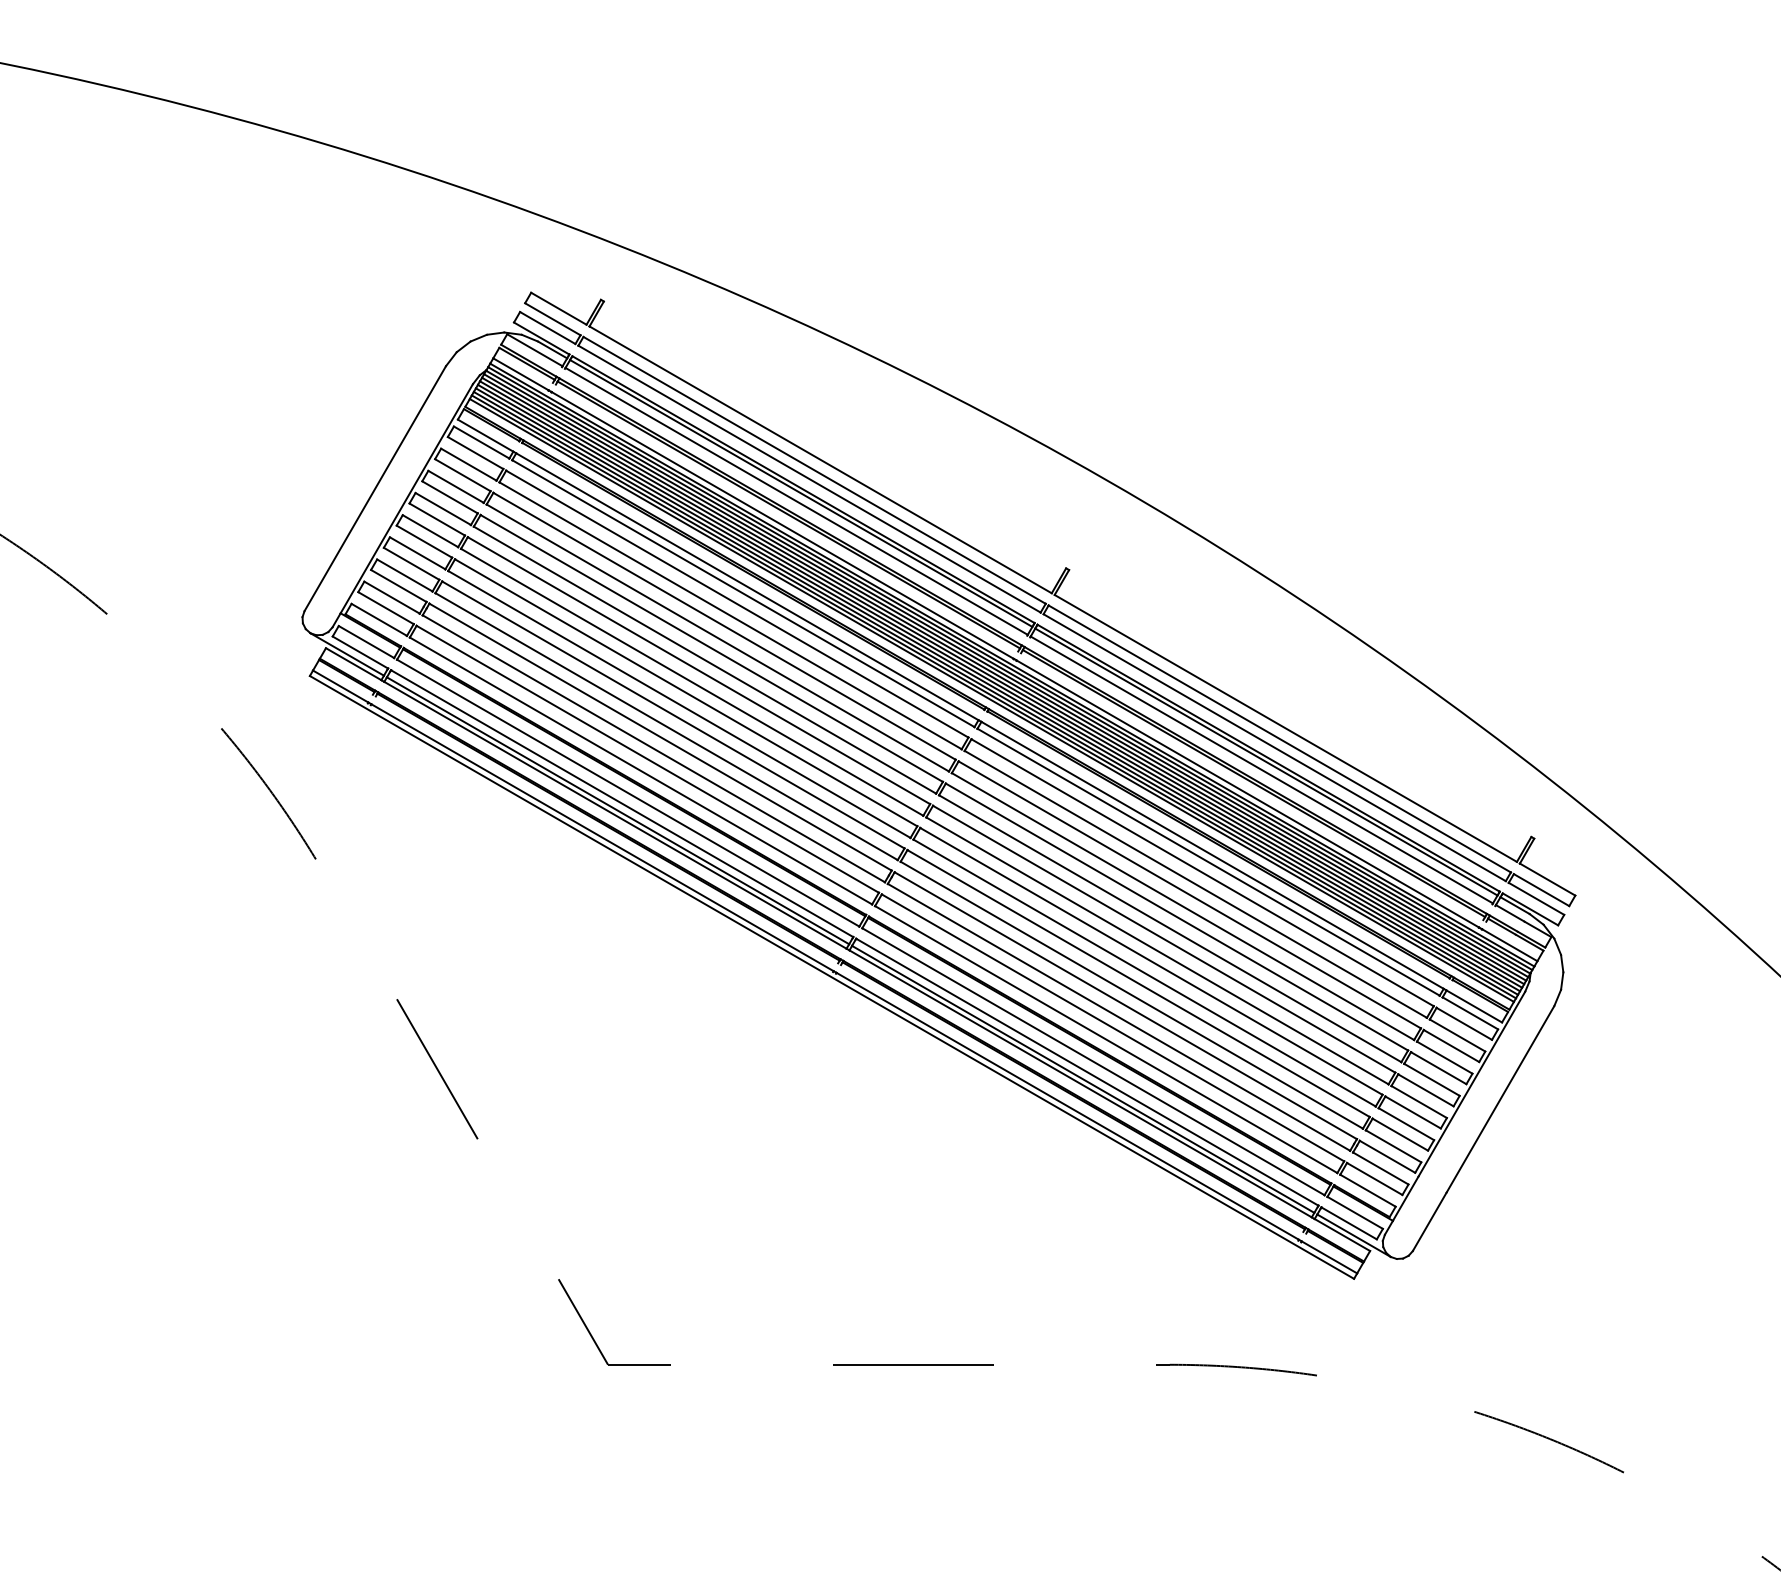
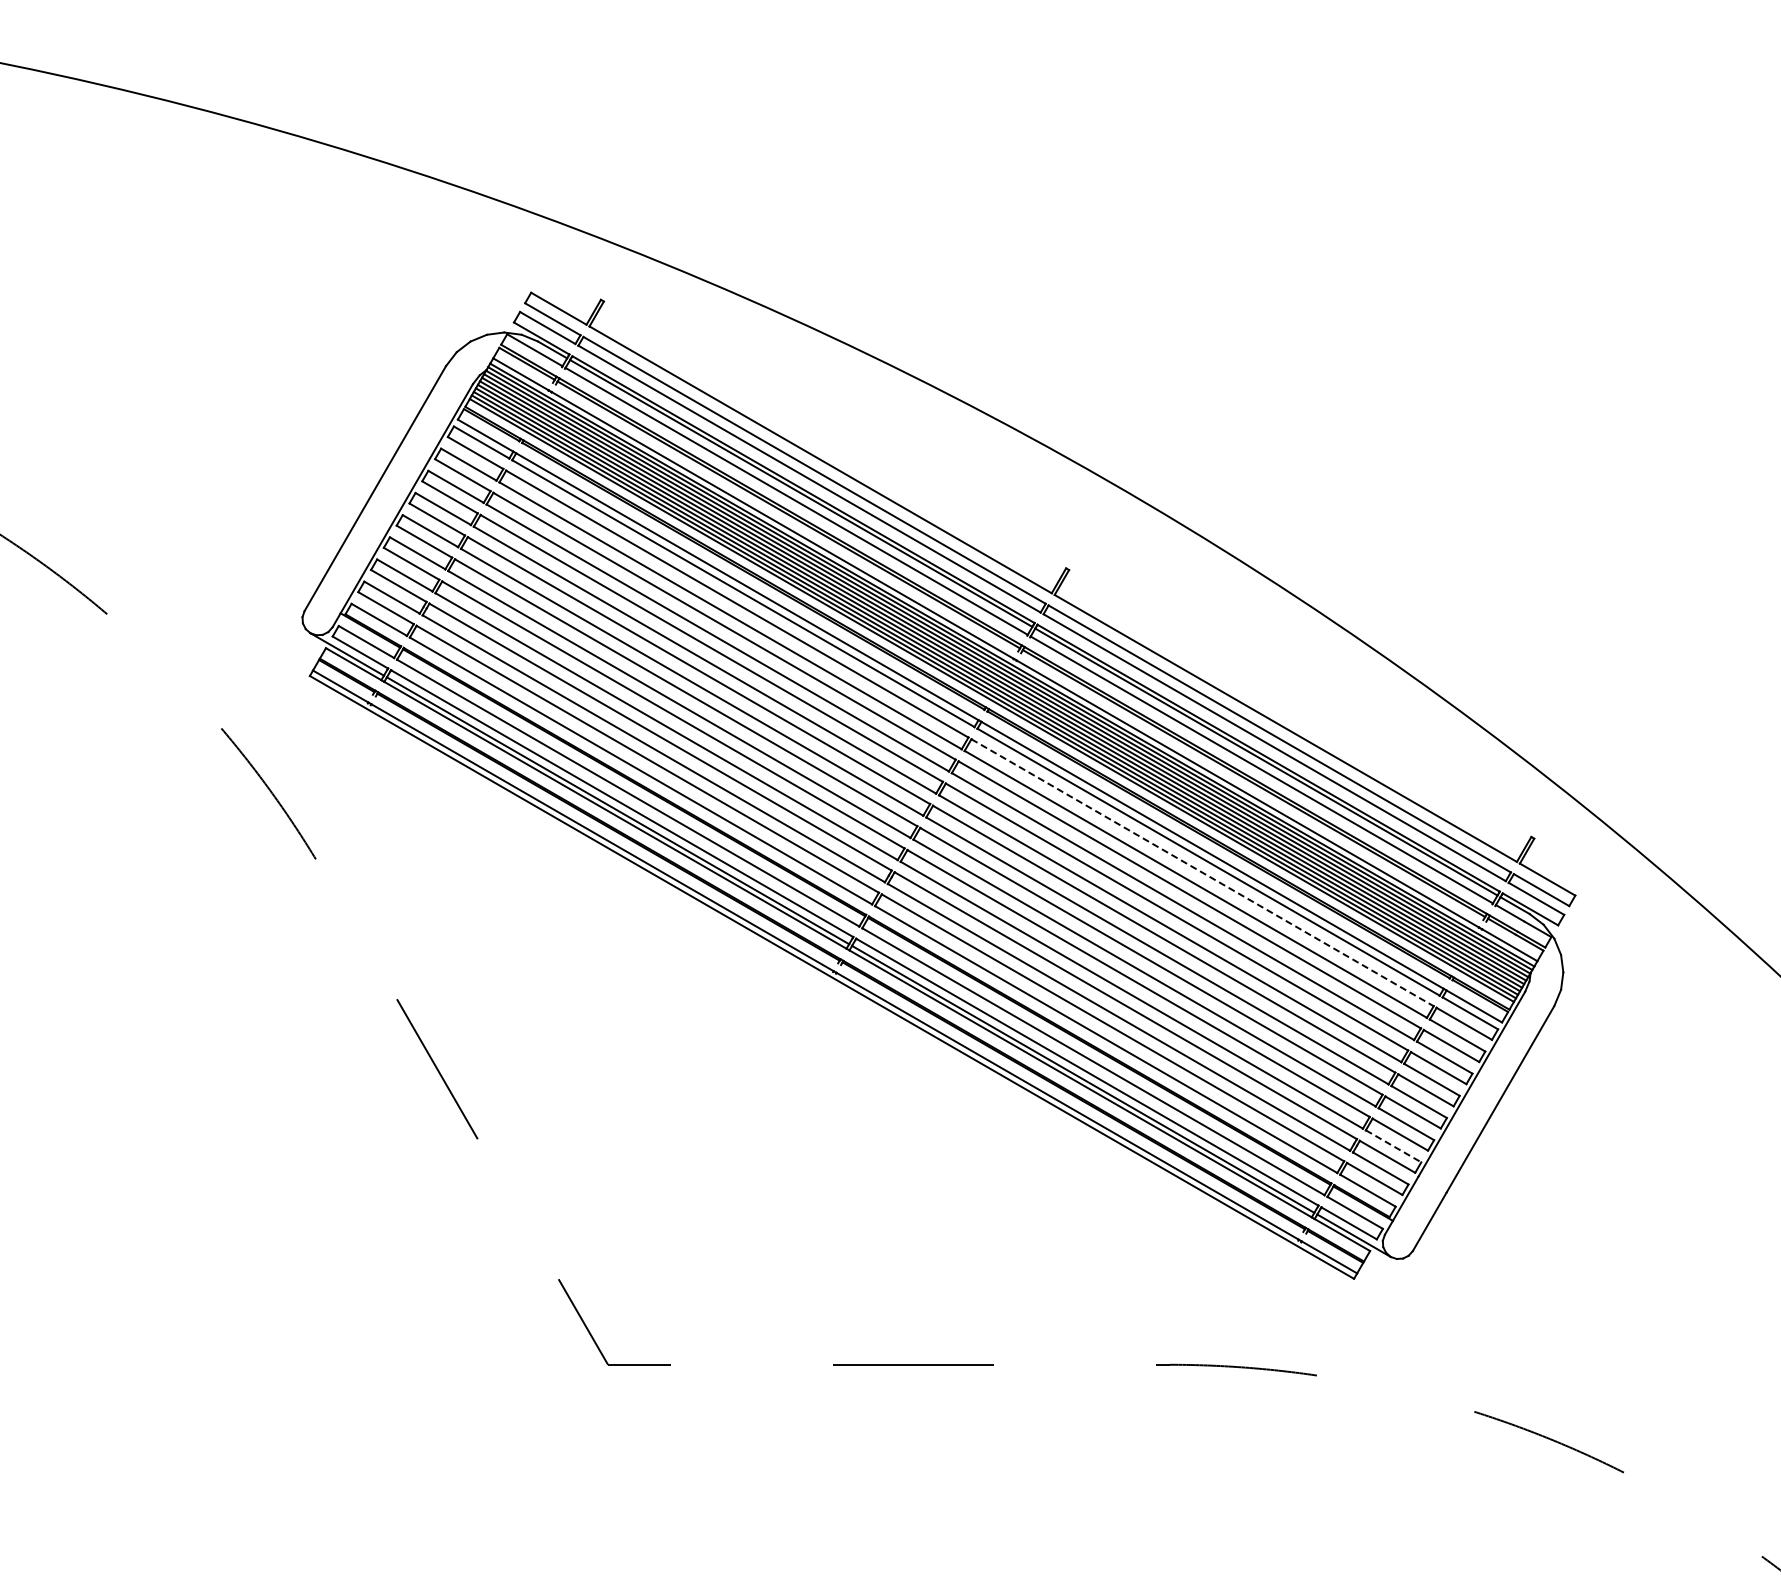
line at (1202, 872): solid -> dashed
line at (1394, 1146): solid -> dashed
